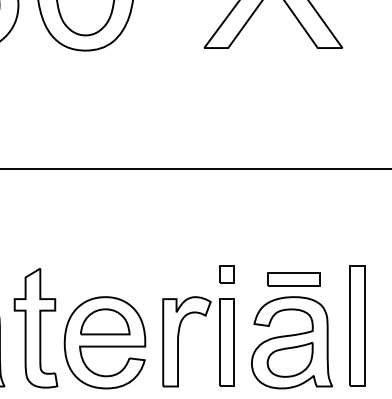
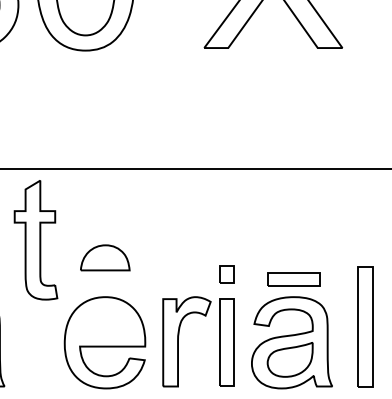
part at (105, 321) position: (105, 321) -> (105, 257)
part at (357, 325) position: (357, 325) -> (365, 326)
part at (35, 328) position: (35, 328) -> (35, 240)
